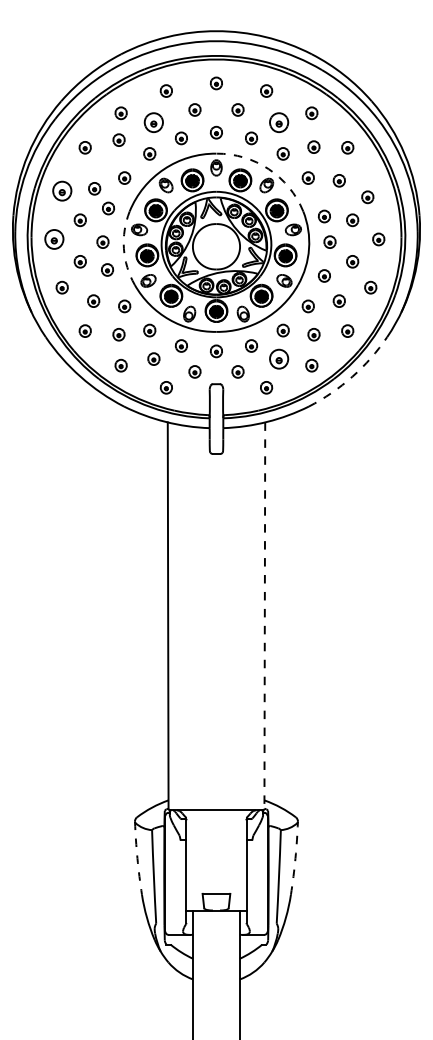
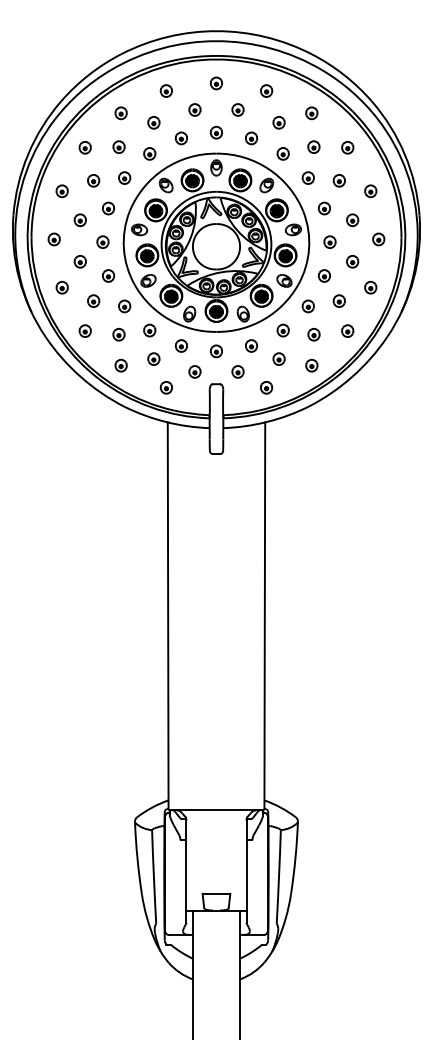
part at (153, 122) size: 21x21 px -> 14x14 px
part at (279, 122) size: 21x21 px -> 14x14 px
part at (118, 139) position: (118, 139) -> (118, 146)
arc at (268, 169): dashed -> solid
part at (94, 188) position: (94, 188) -> (93, 180)
part at (62, 190) size: 21x22 px -> 14x15 px
part at (367, 197) position: (367, 197) -> (370, 191)
part at (323, 216) position: (323, 216) -> (323, 208)
part at (54, 239) size: 21x21 px -> 14x15 px
arc at (123, 248): dashed -> solid
part at (107, 269) position: (107, 269) -> (108, 275)
part at (279, 358) size: 21x22 px -> 14x14 px
arc at (352, 376): dashed -> solid
line at (264, 616): dashed -> solid
arc at (137, 858): dashed -> solid
arc at (295, 858): dashed -> solid
